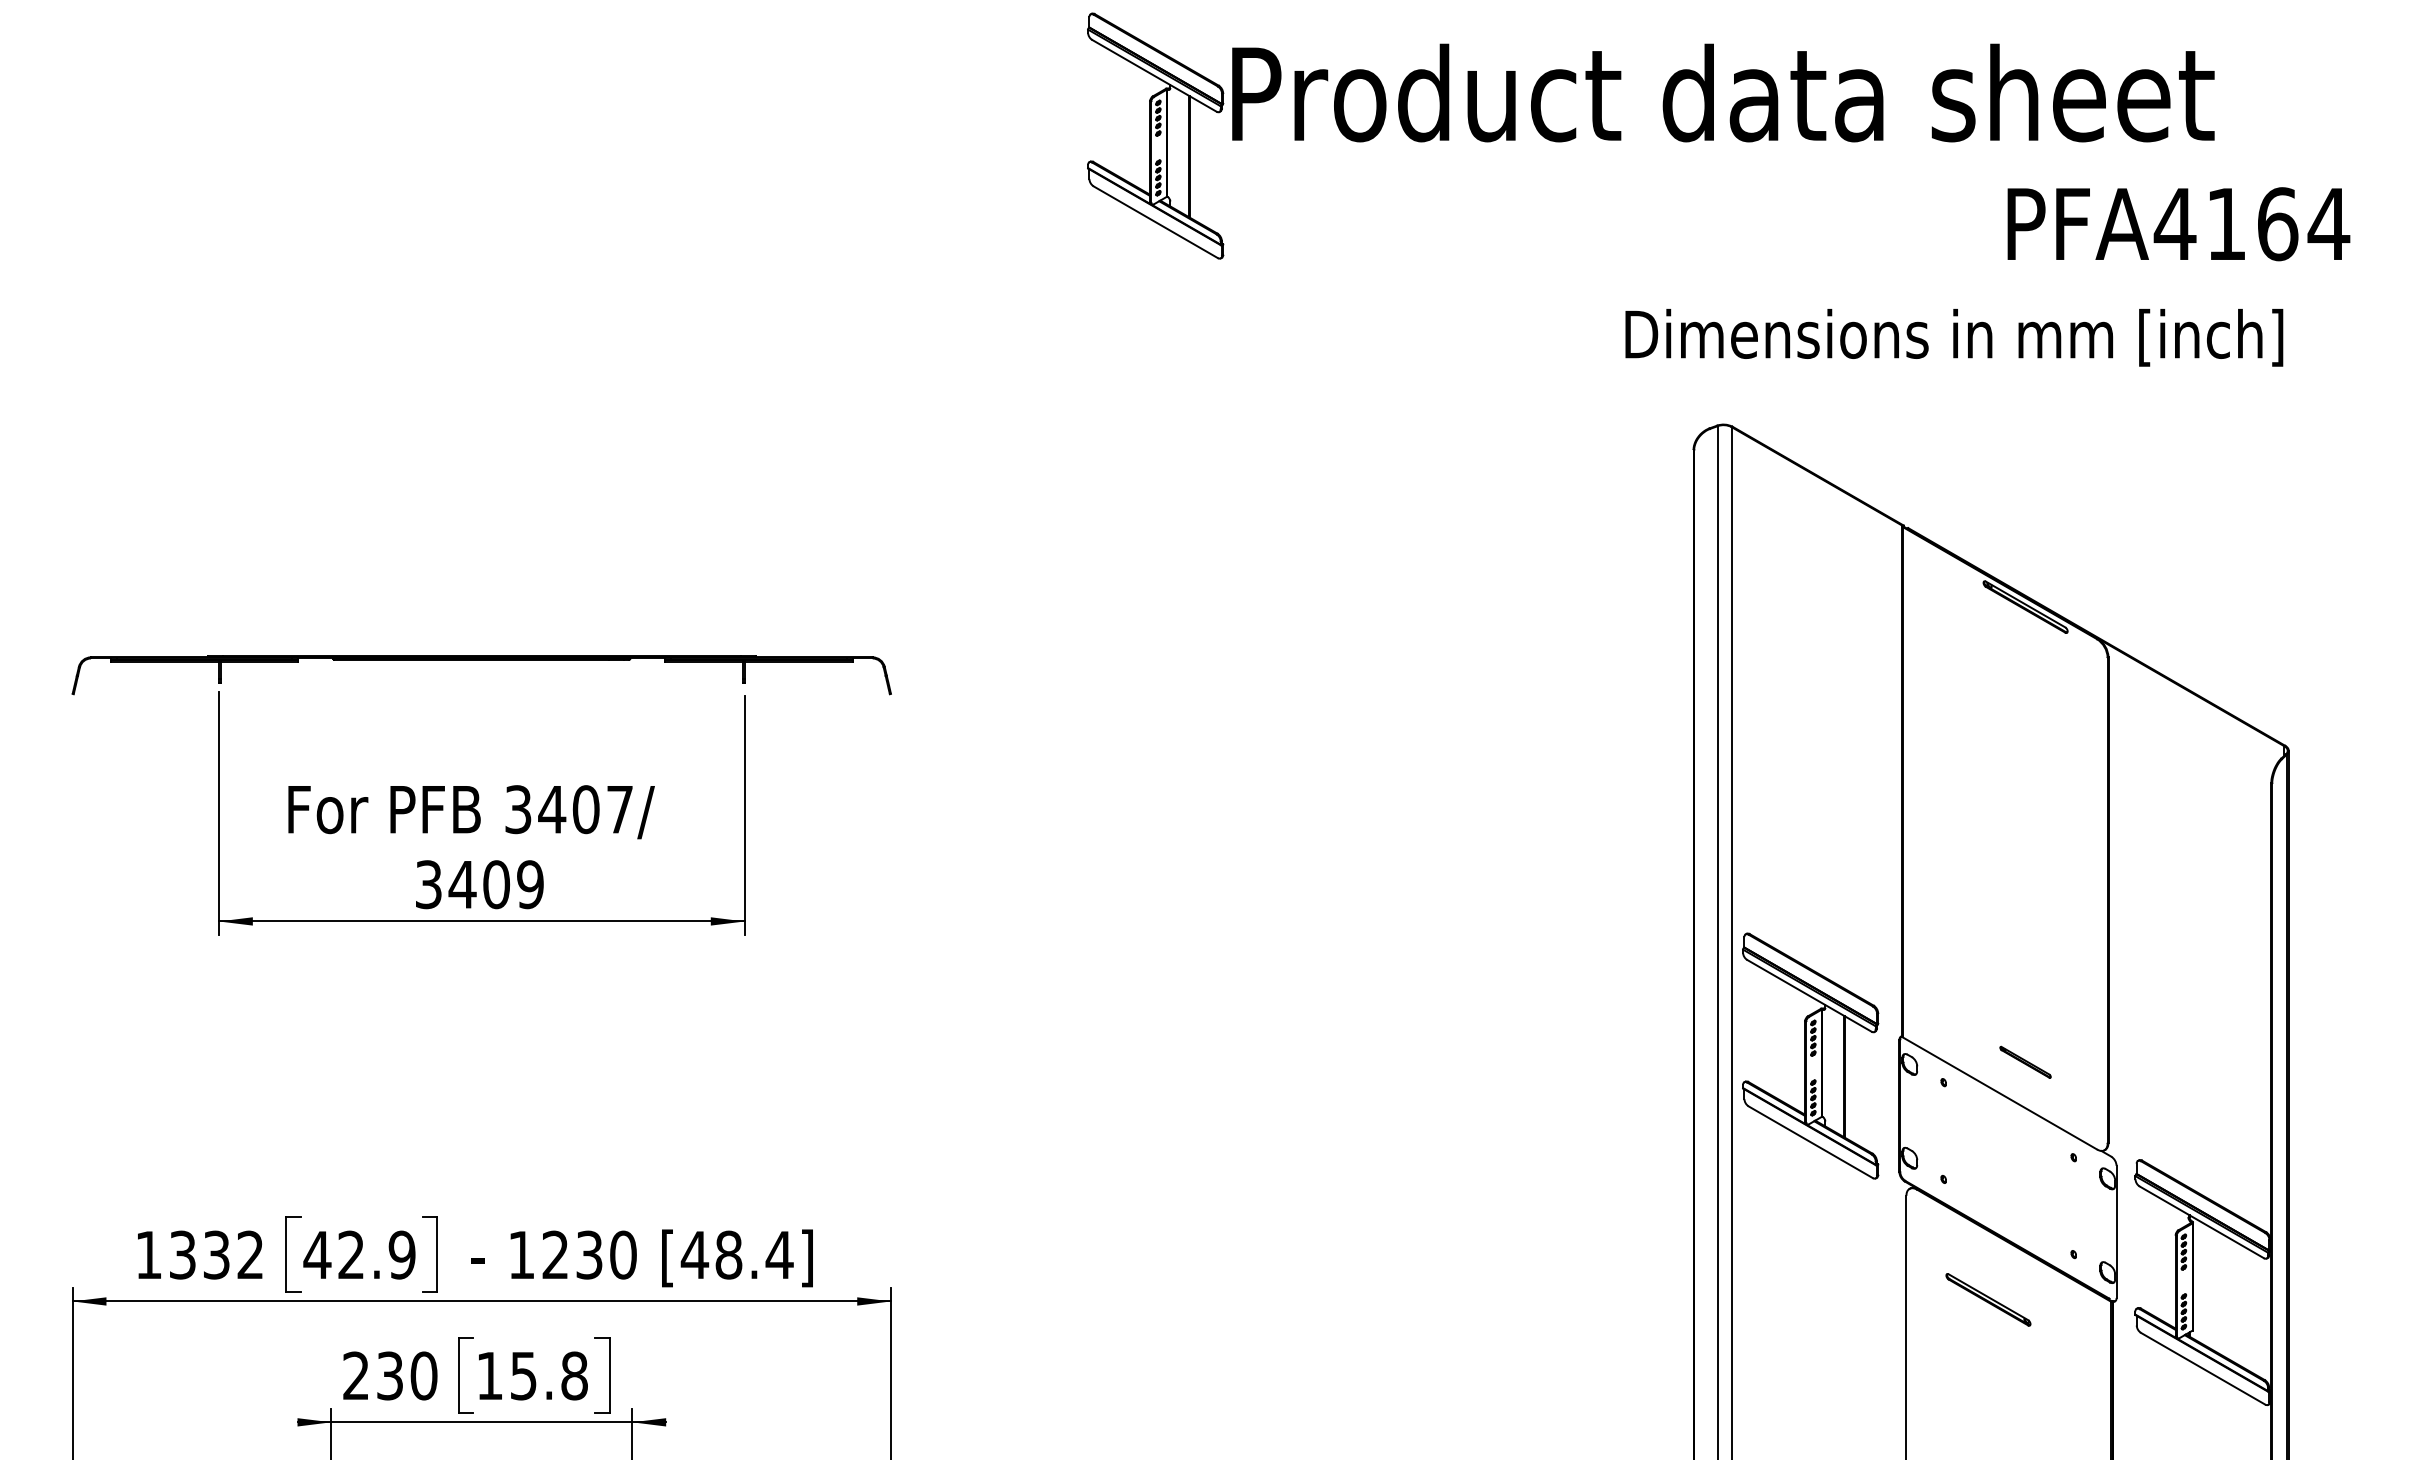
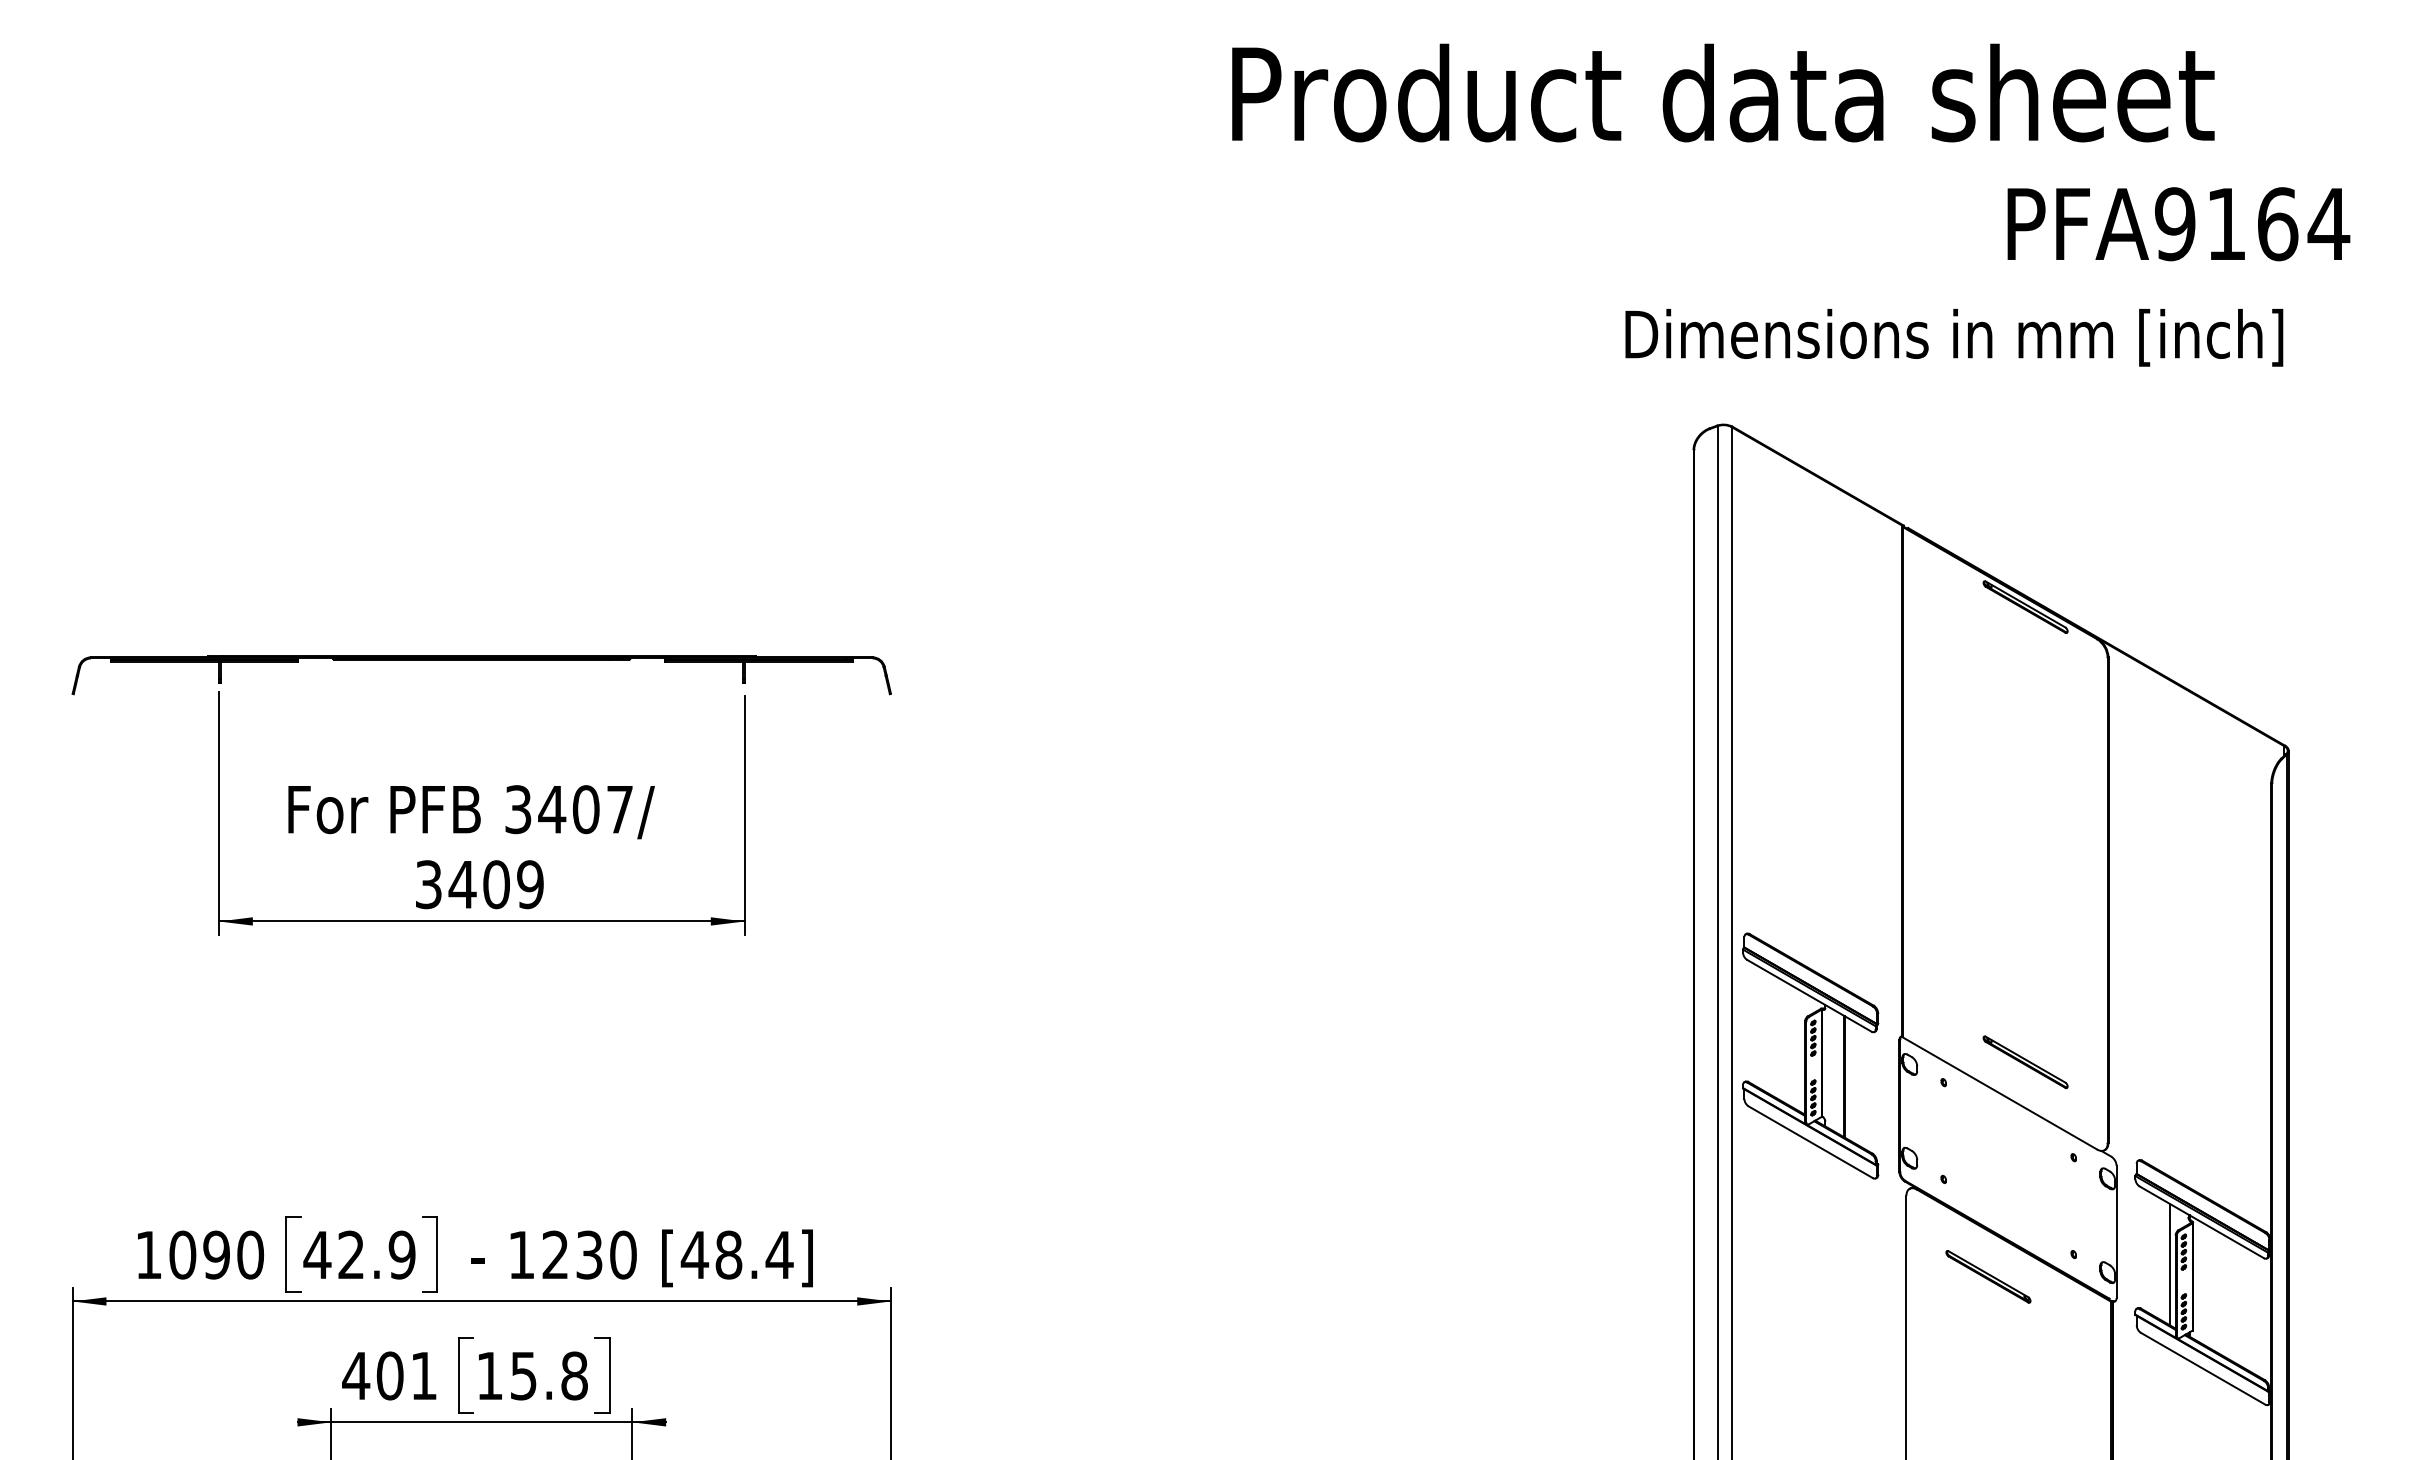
part at (1155, 135): present -> none
text at (2174, 224): PFA4164 -> PFA9164
part at (2025, 1061) size: 53x34 px -> 87x55 px
text at (216, 1254): 1332 -> 1090
line at (2169, 1264): none -> present
part at (1988, 1299) position: (1988, 1299) -> (1988, 1276)
text at (389, 1375): 230 -> 401
